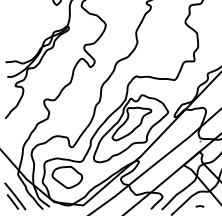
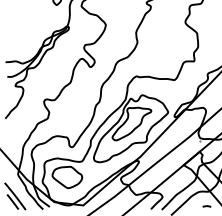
curve at (199, 206) position: (199, 206) -> (206, 206)
